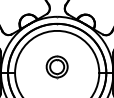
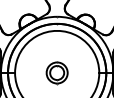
part at (56, 67) position: (56, 67) -> (56, 73)
